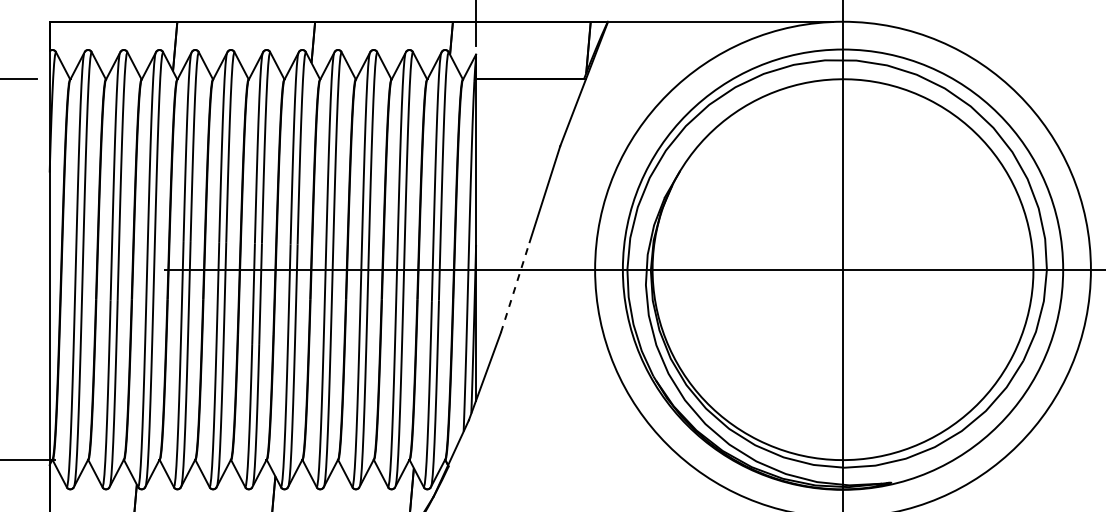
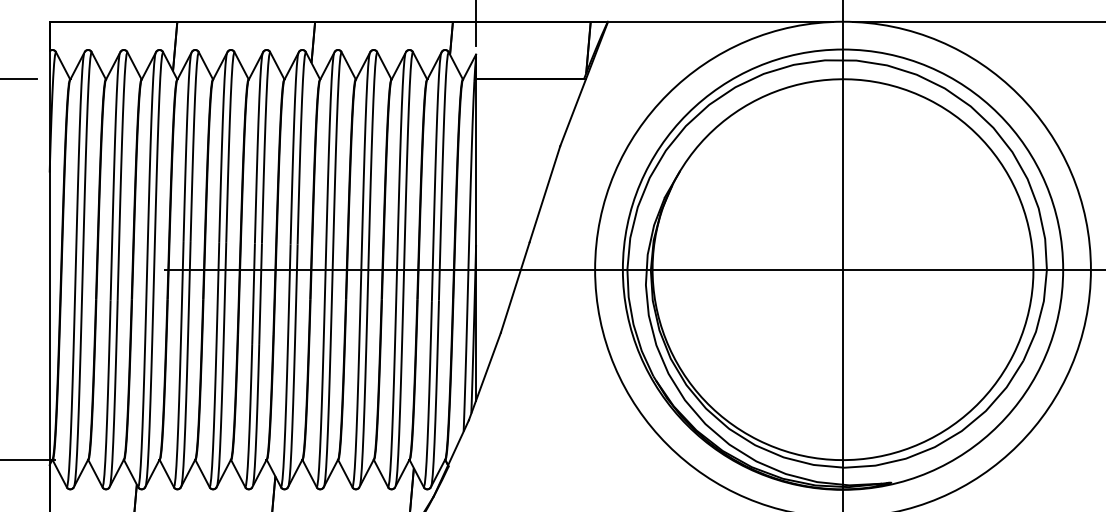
line at (977, 21): none -> present
line at (515, 287): dashed -> solid
